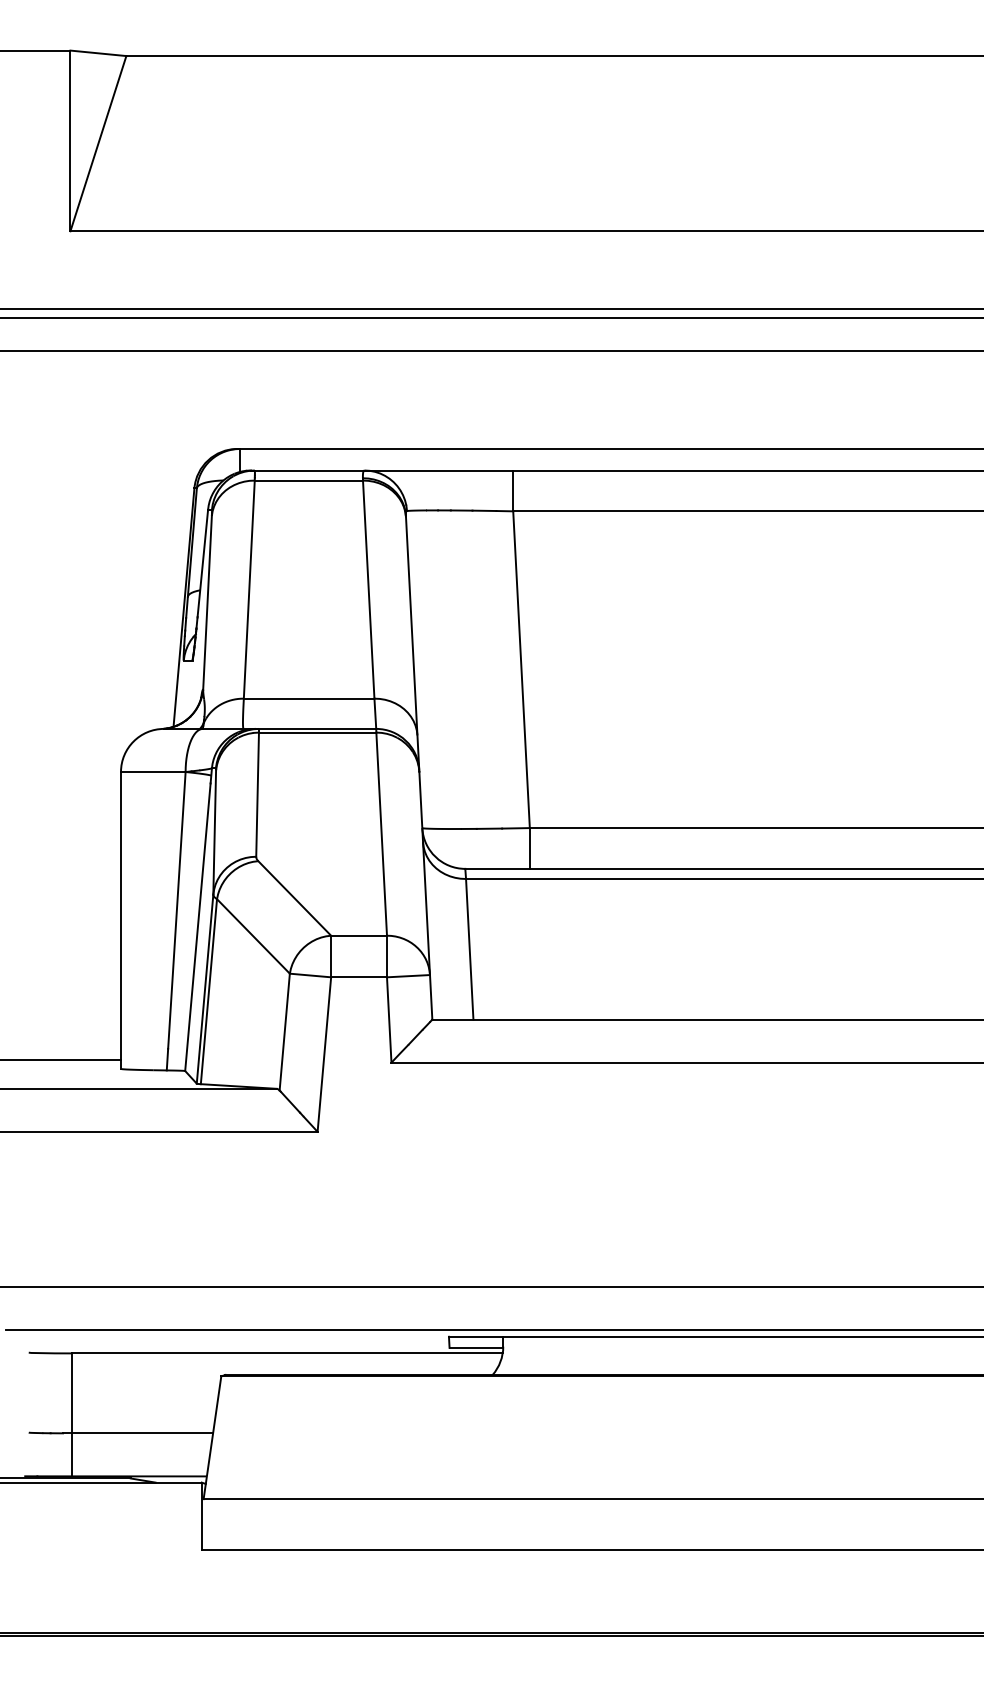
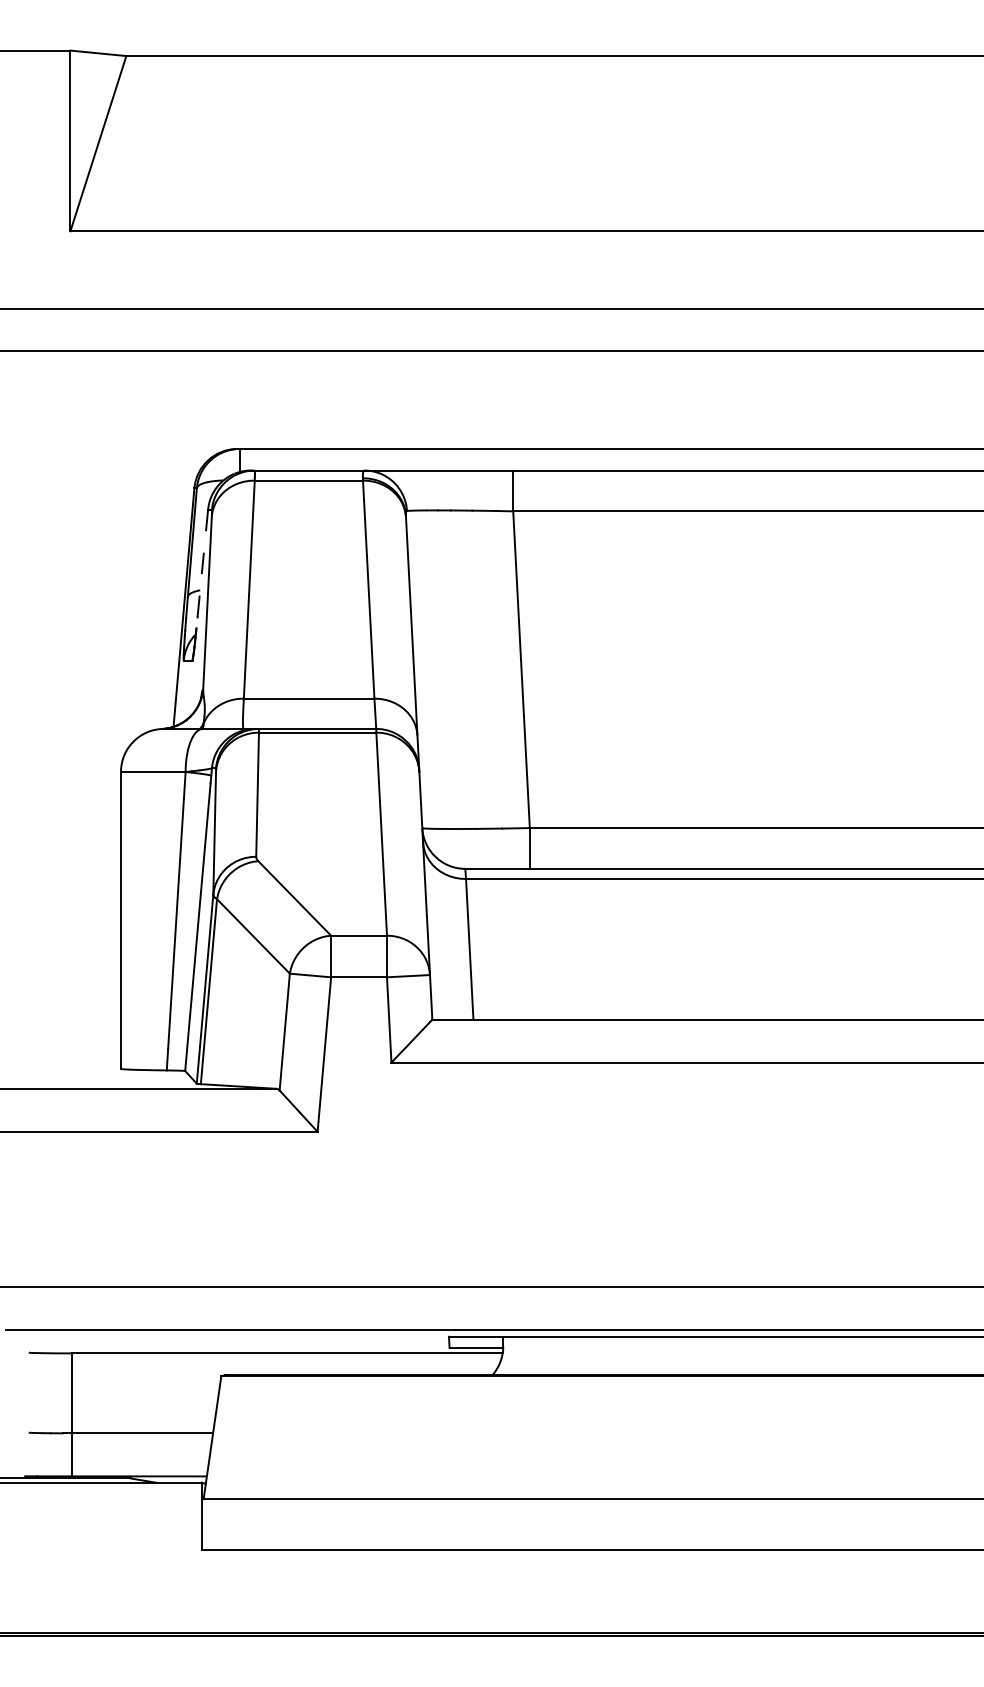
line at (491, 318): present -> none
line at (202, 569): solid -> dashed
line at (61, 1060): present -> none
